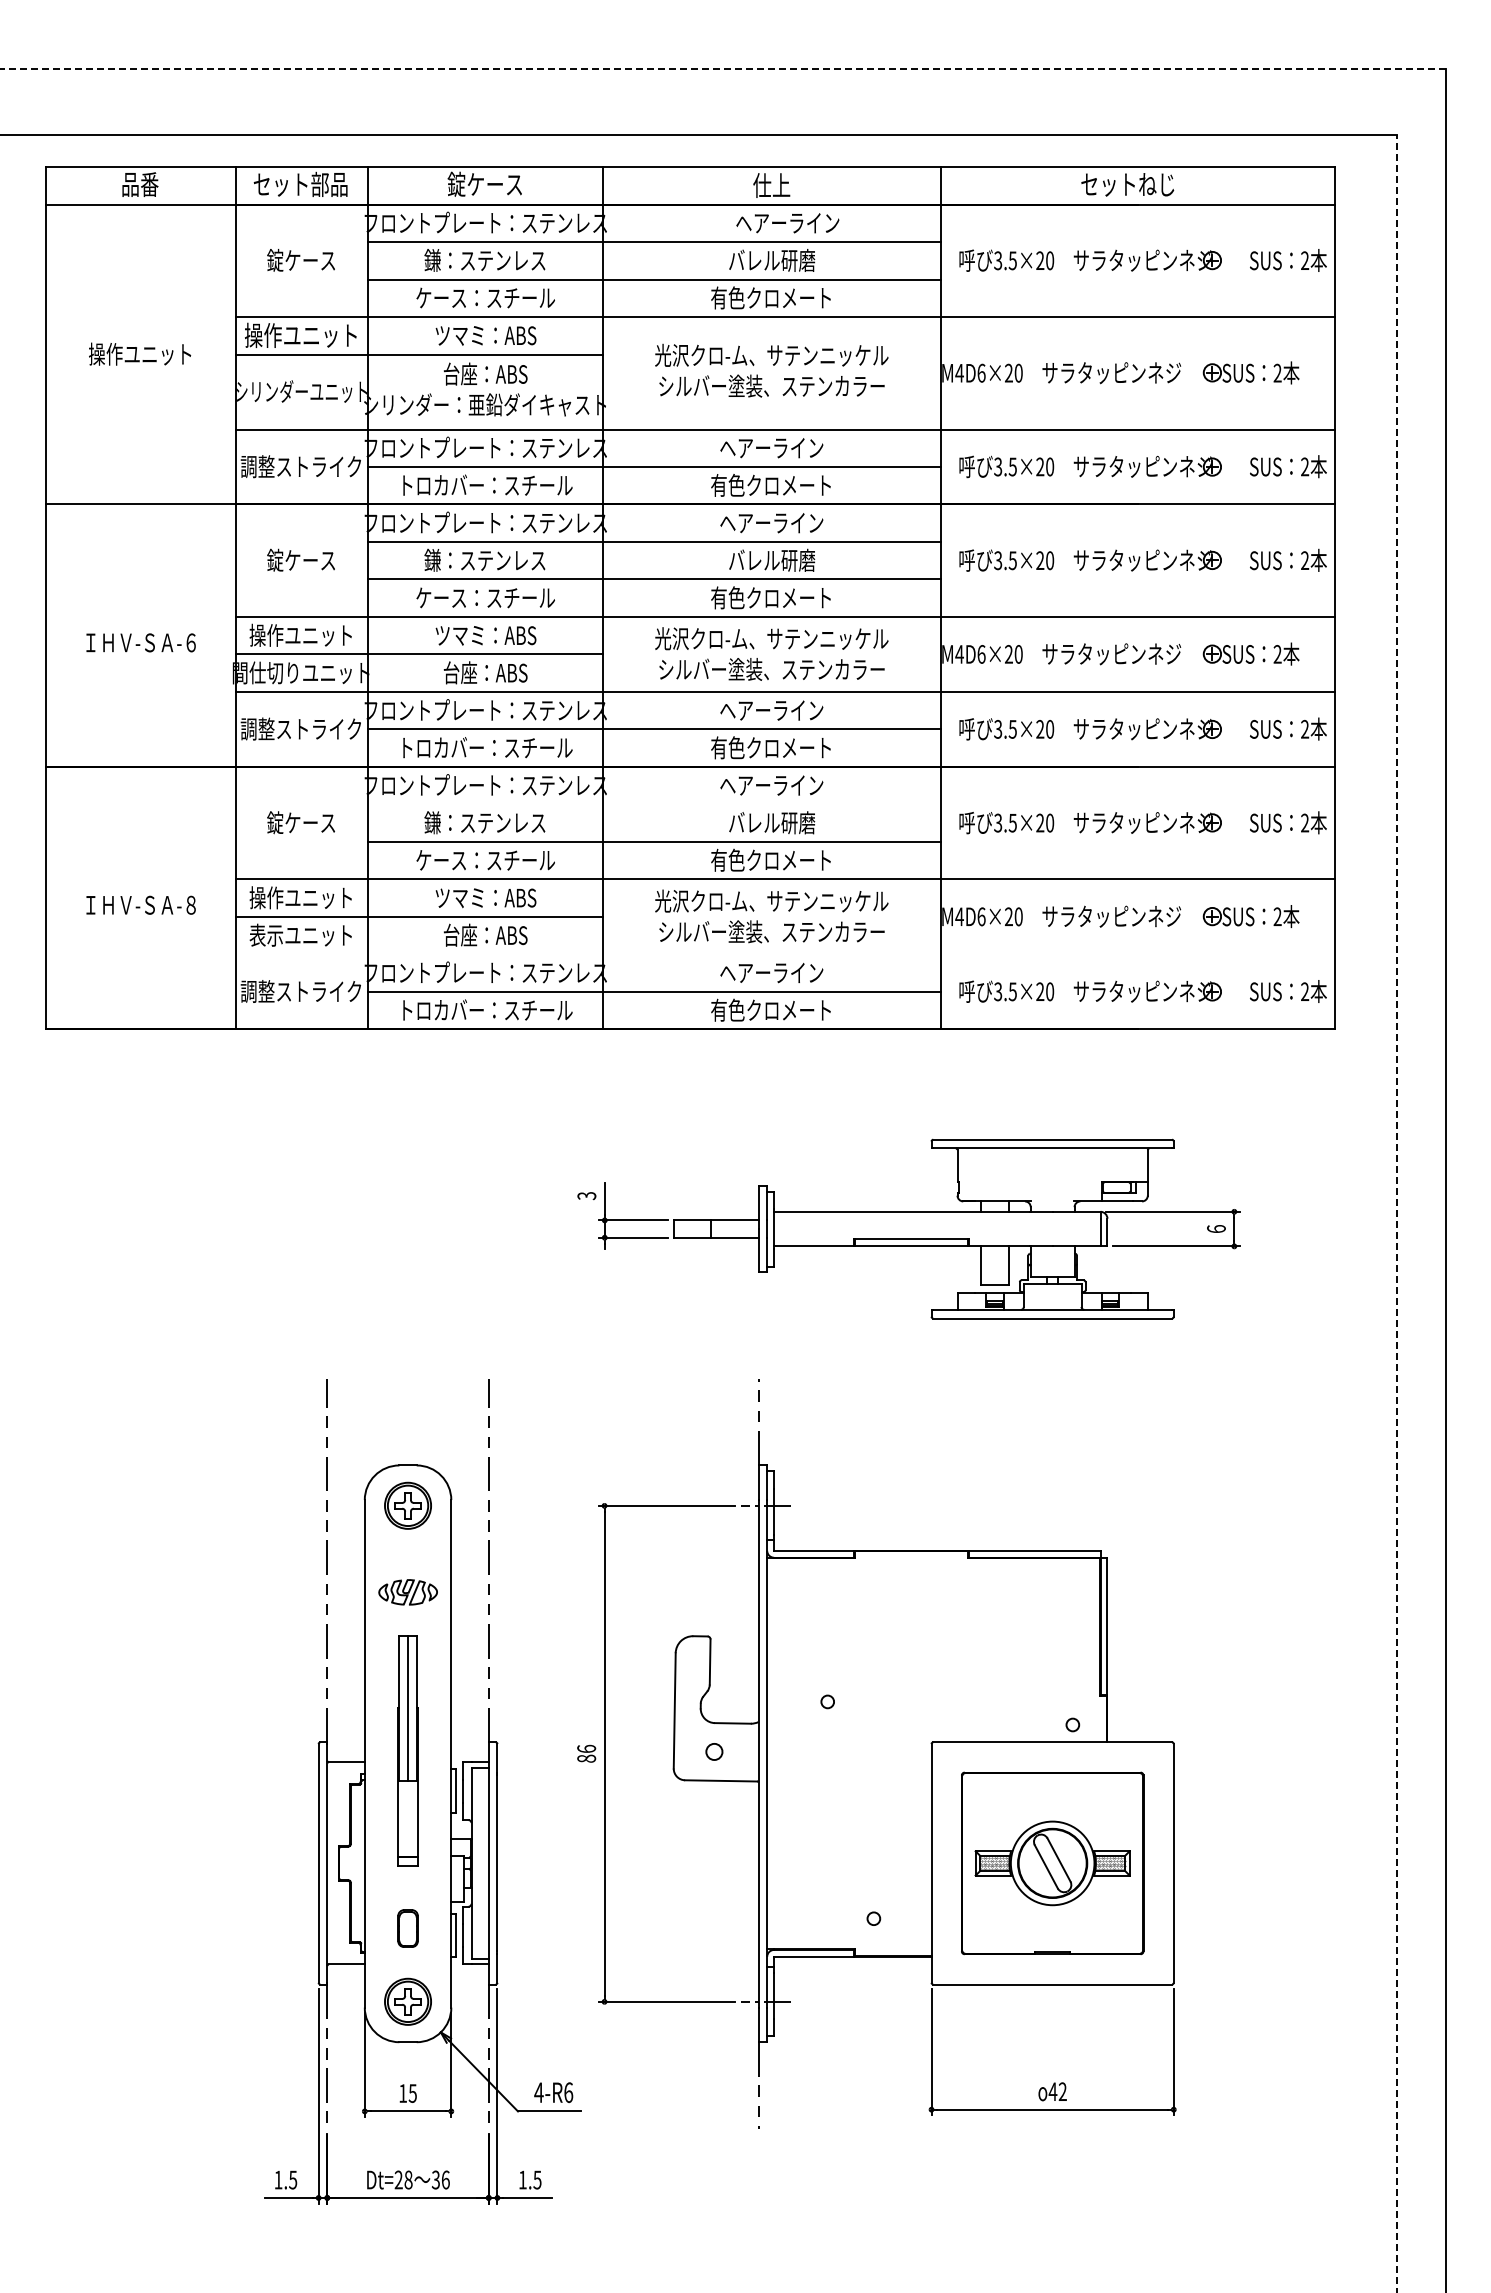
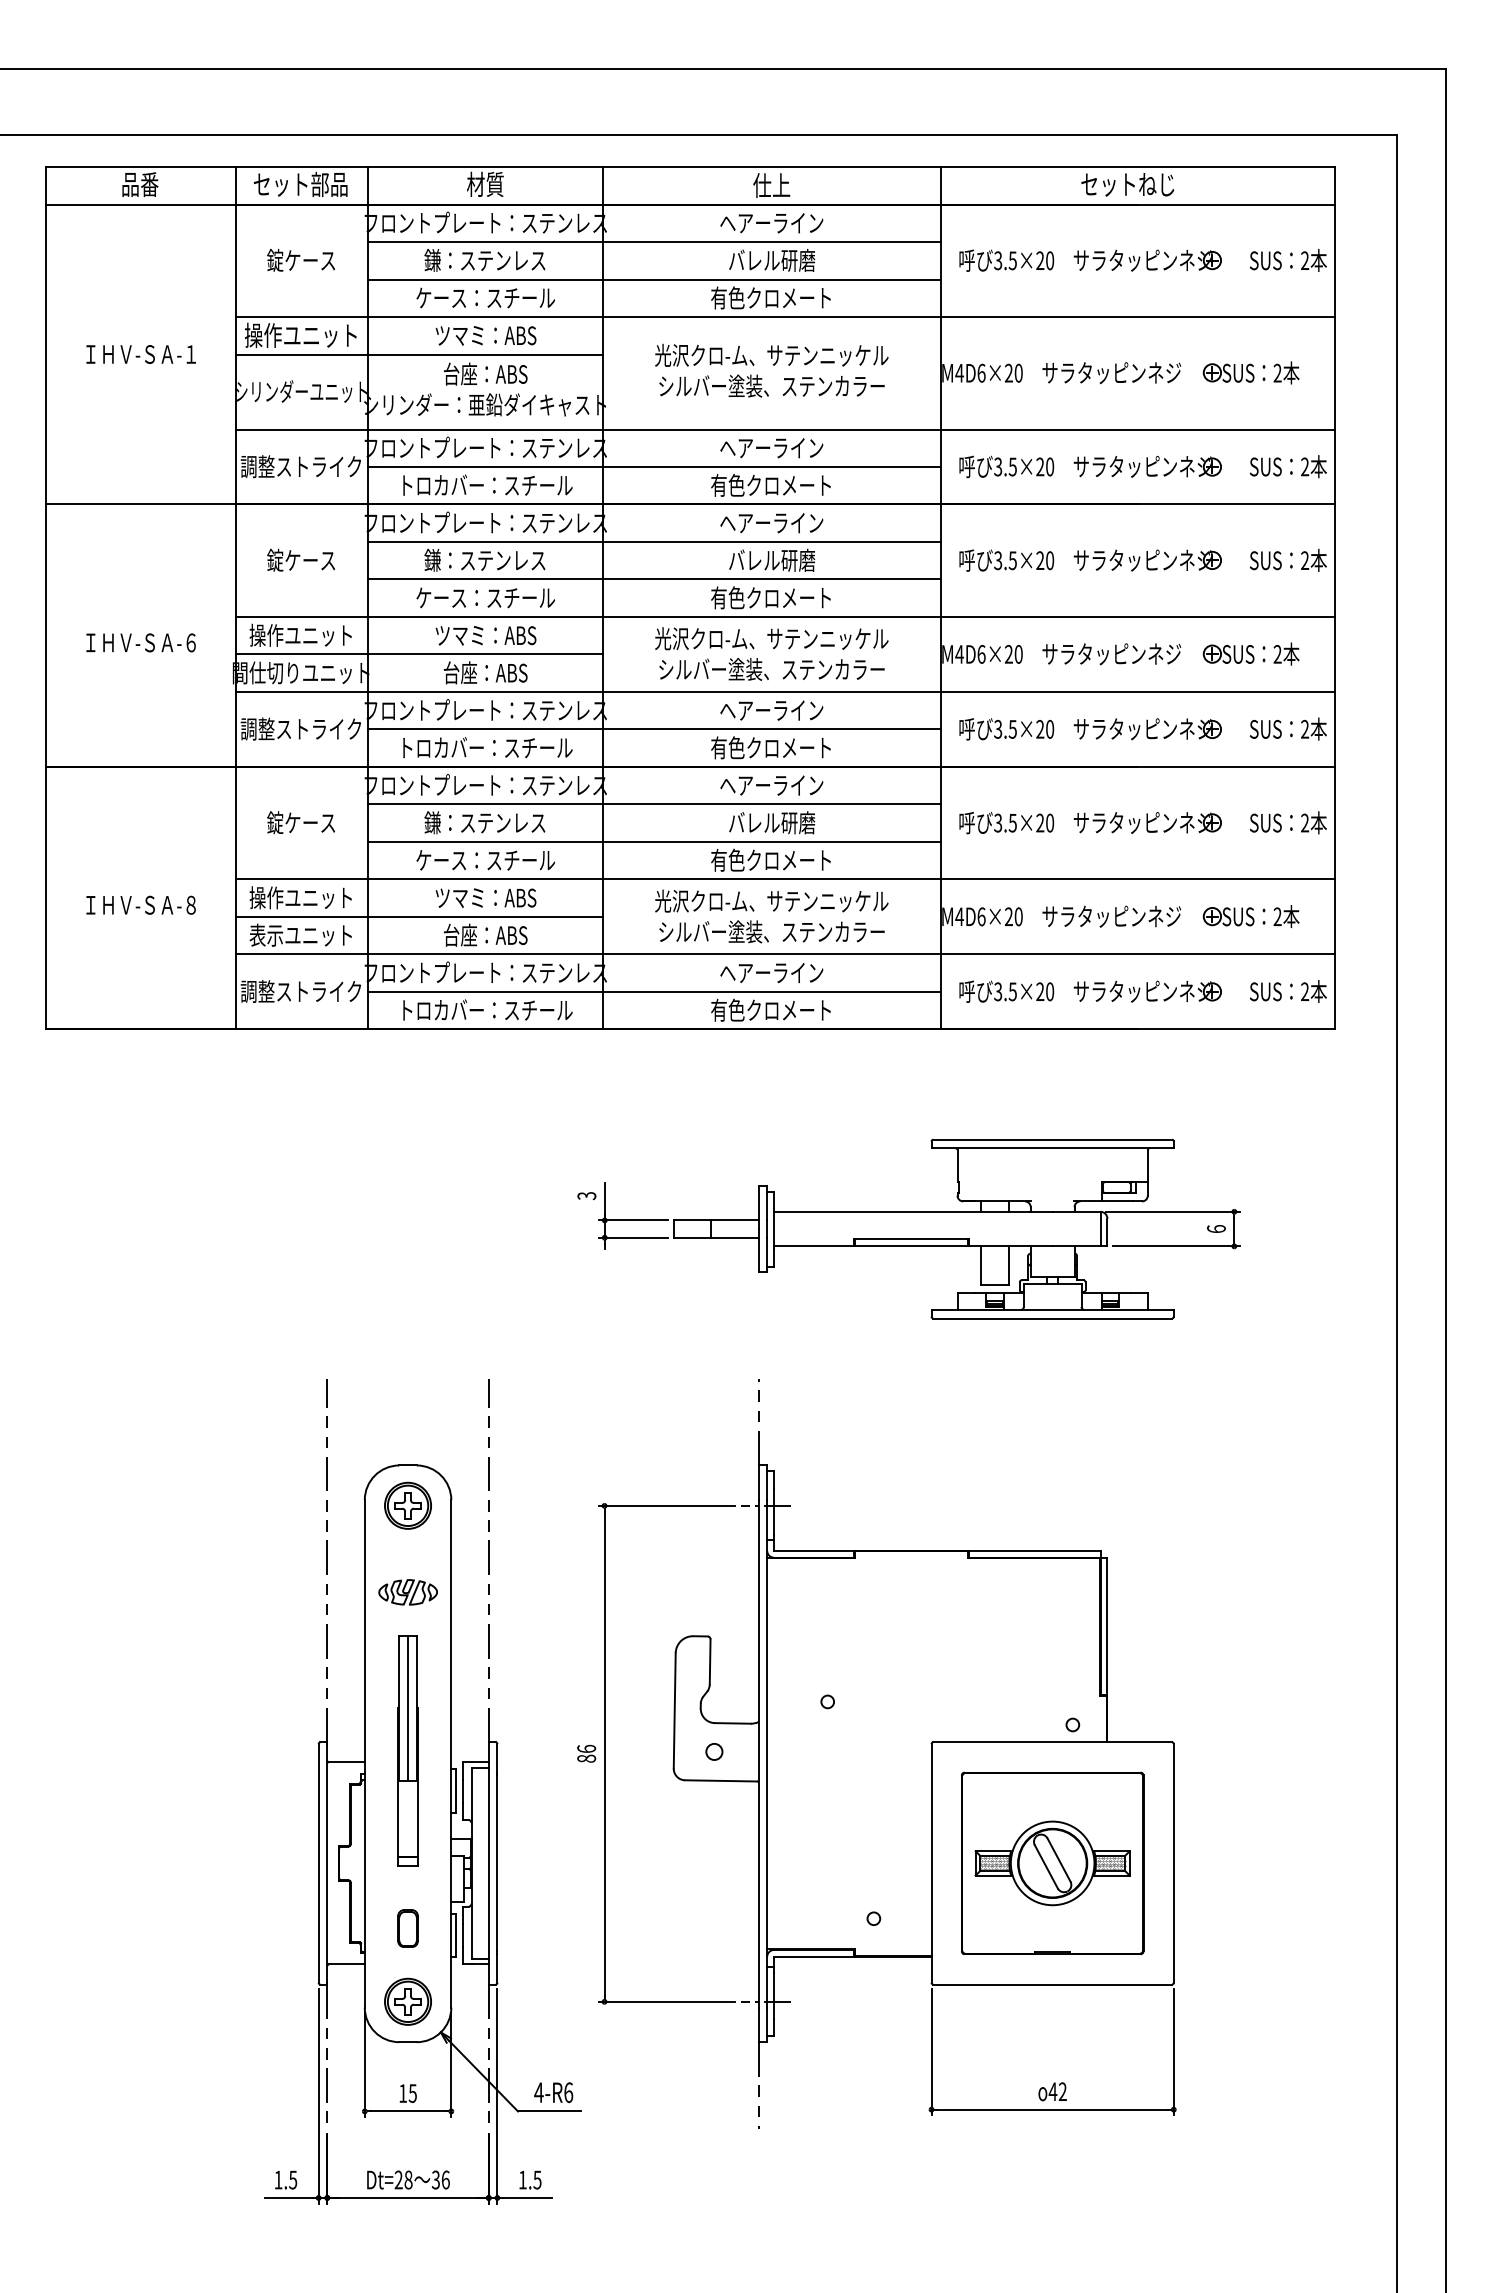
line at (723, 68): dashed -> solid
text at (484, 183): 錠ケース -> 材質
text at (787, 223) position: (787, 223) -> (771, 223)
text at (140, 353): 操作ユニット -> ＩＨＶ-ＳＡ-１
line at (653, 804): none -> present
line at (784, 954): none -> present
line at (1397, 1213): dashed -> solid
